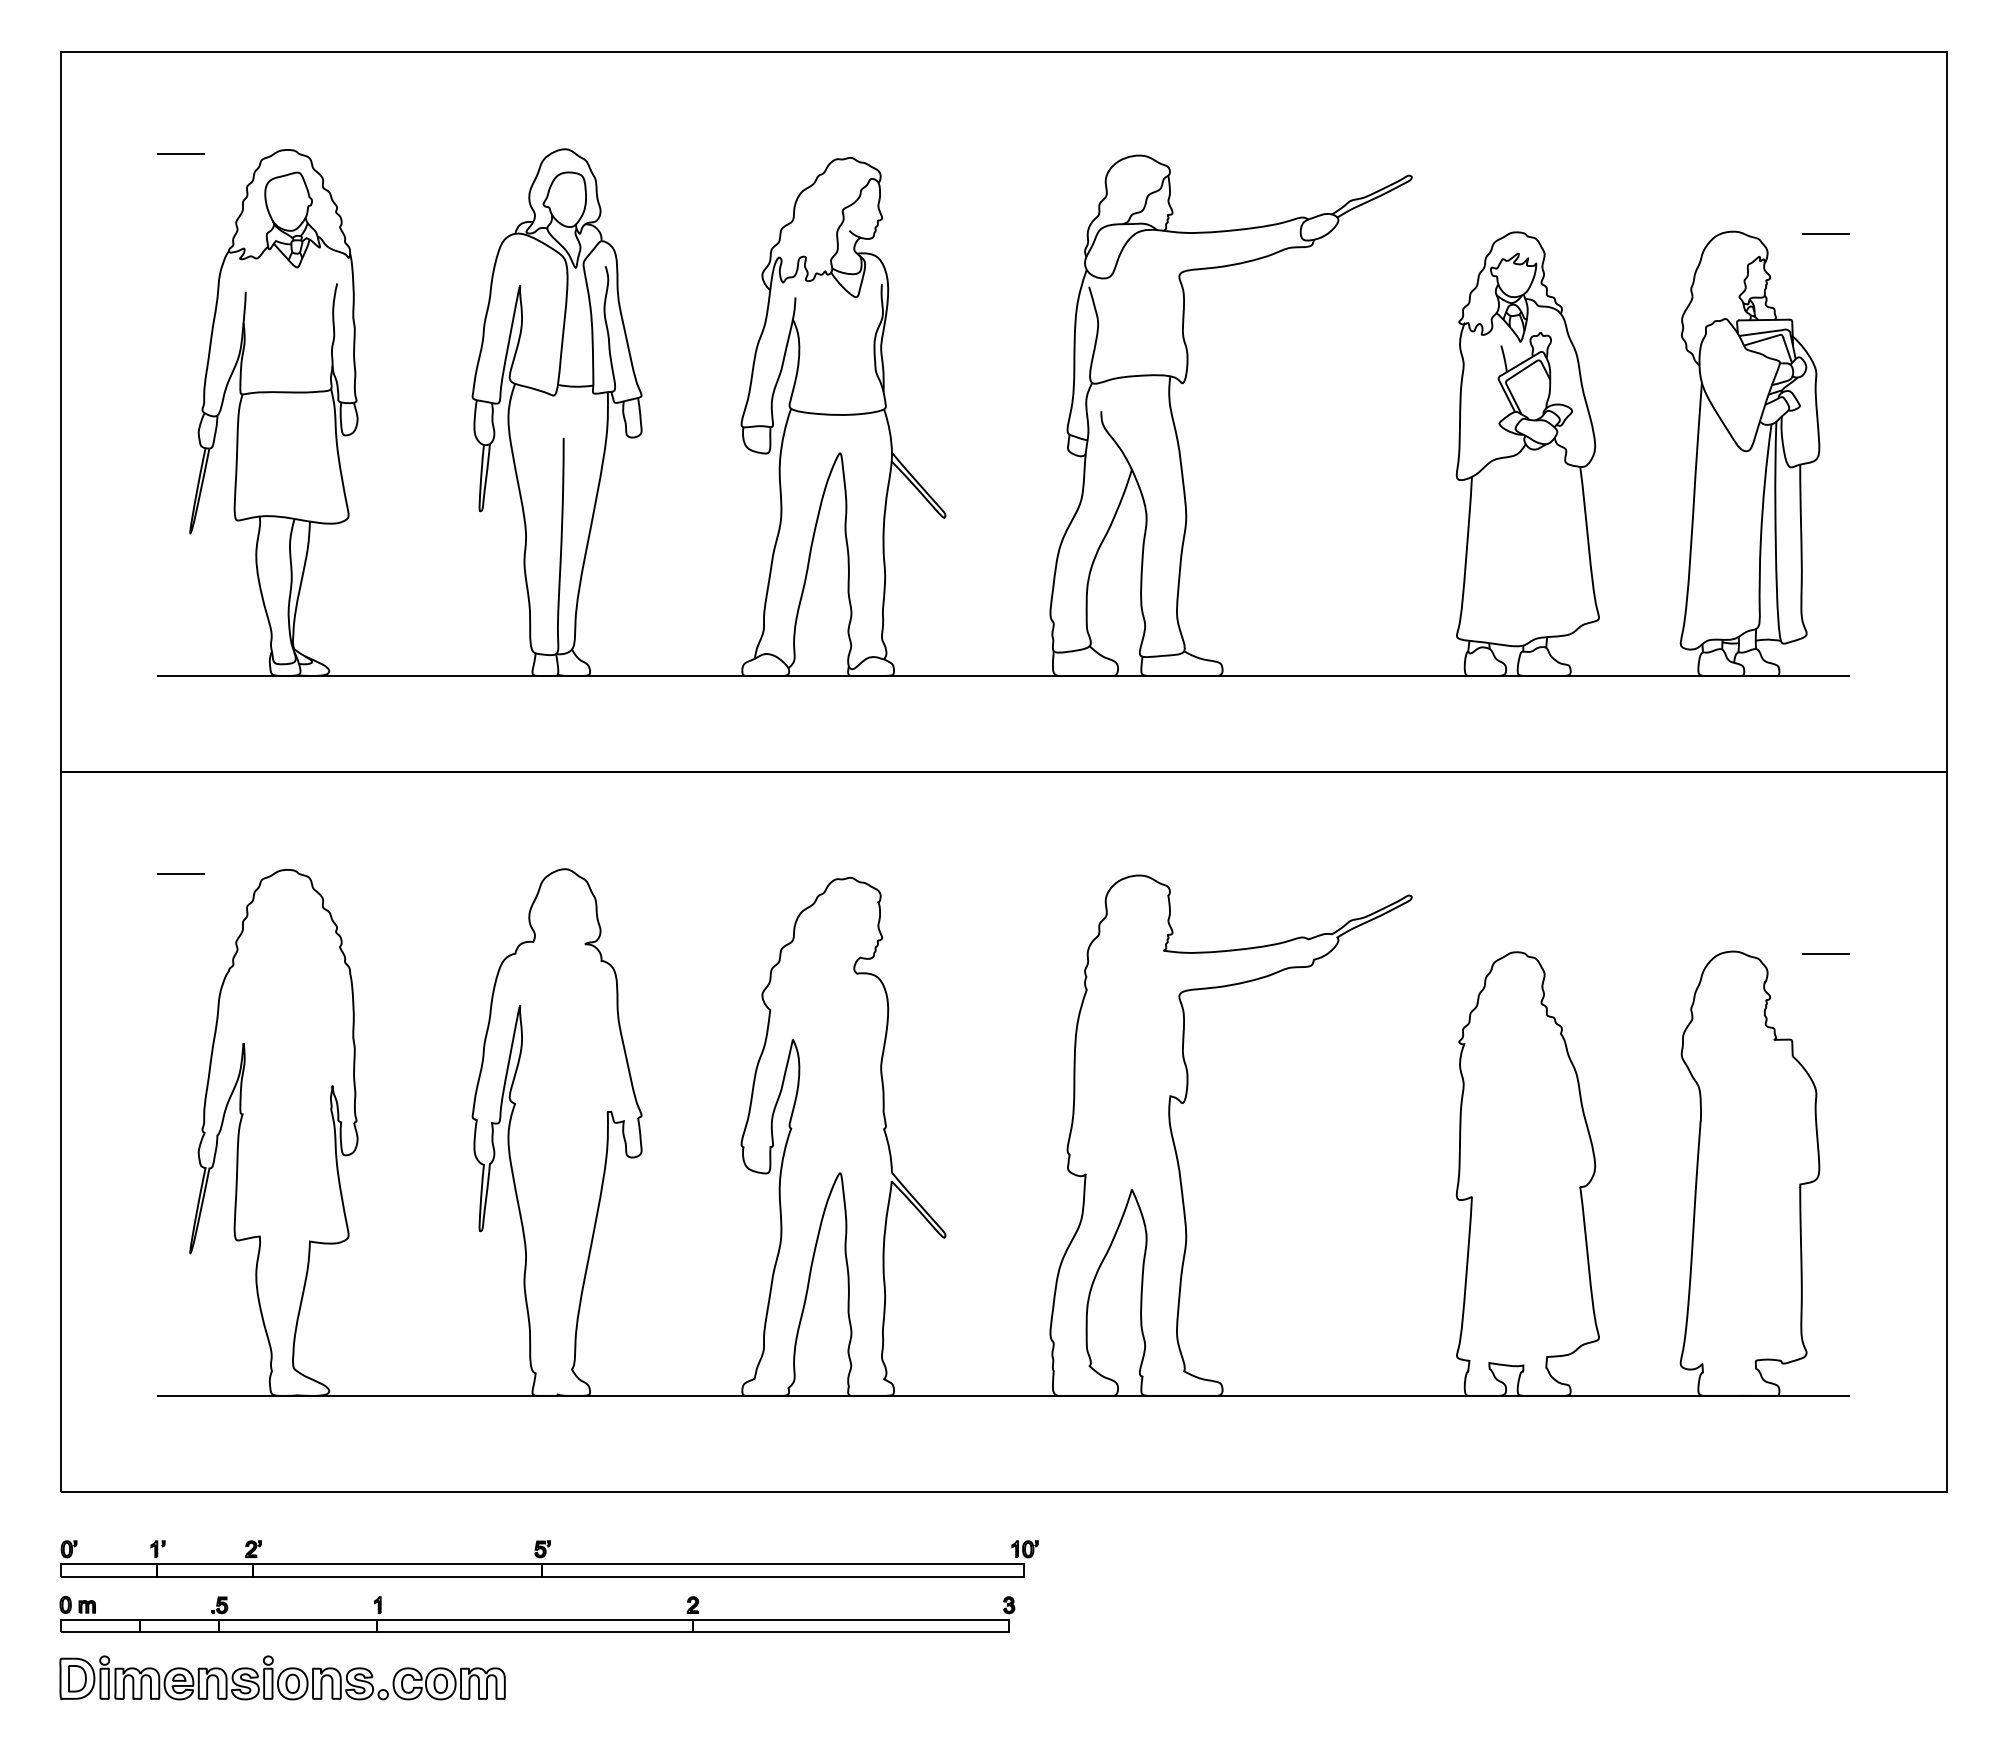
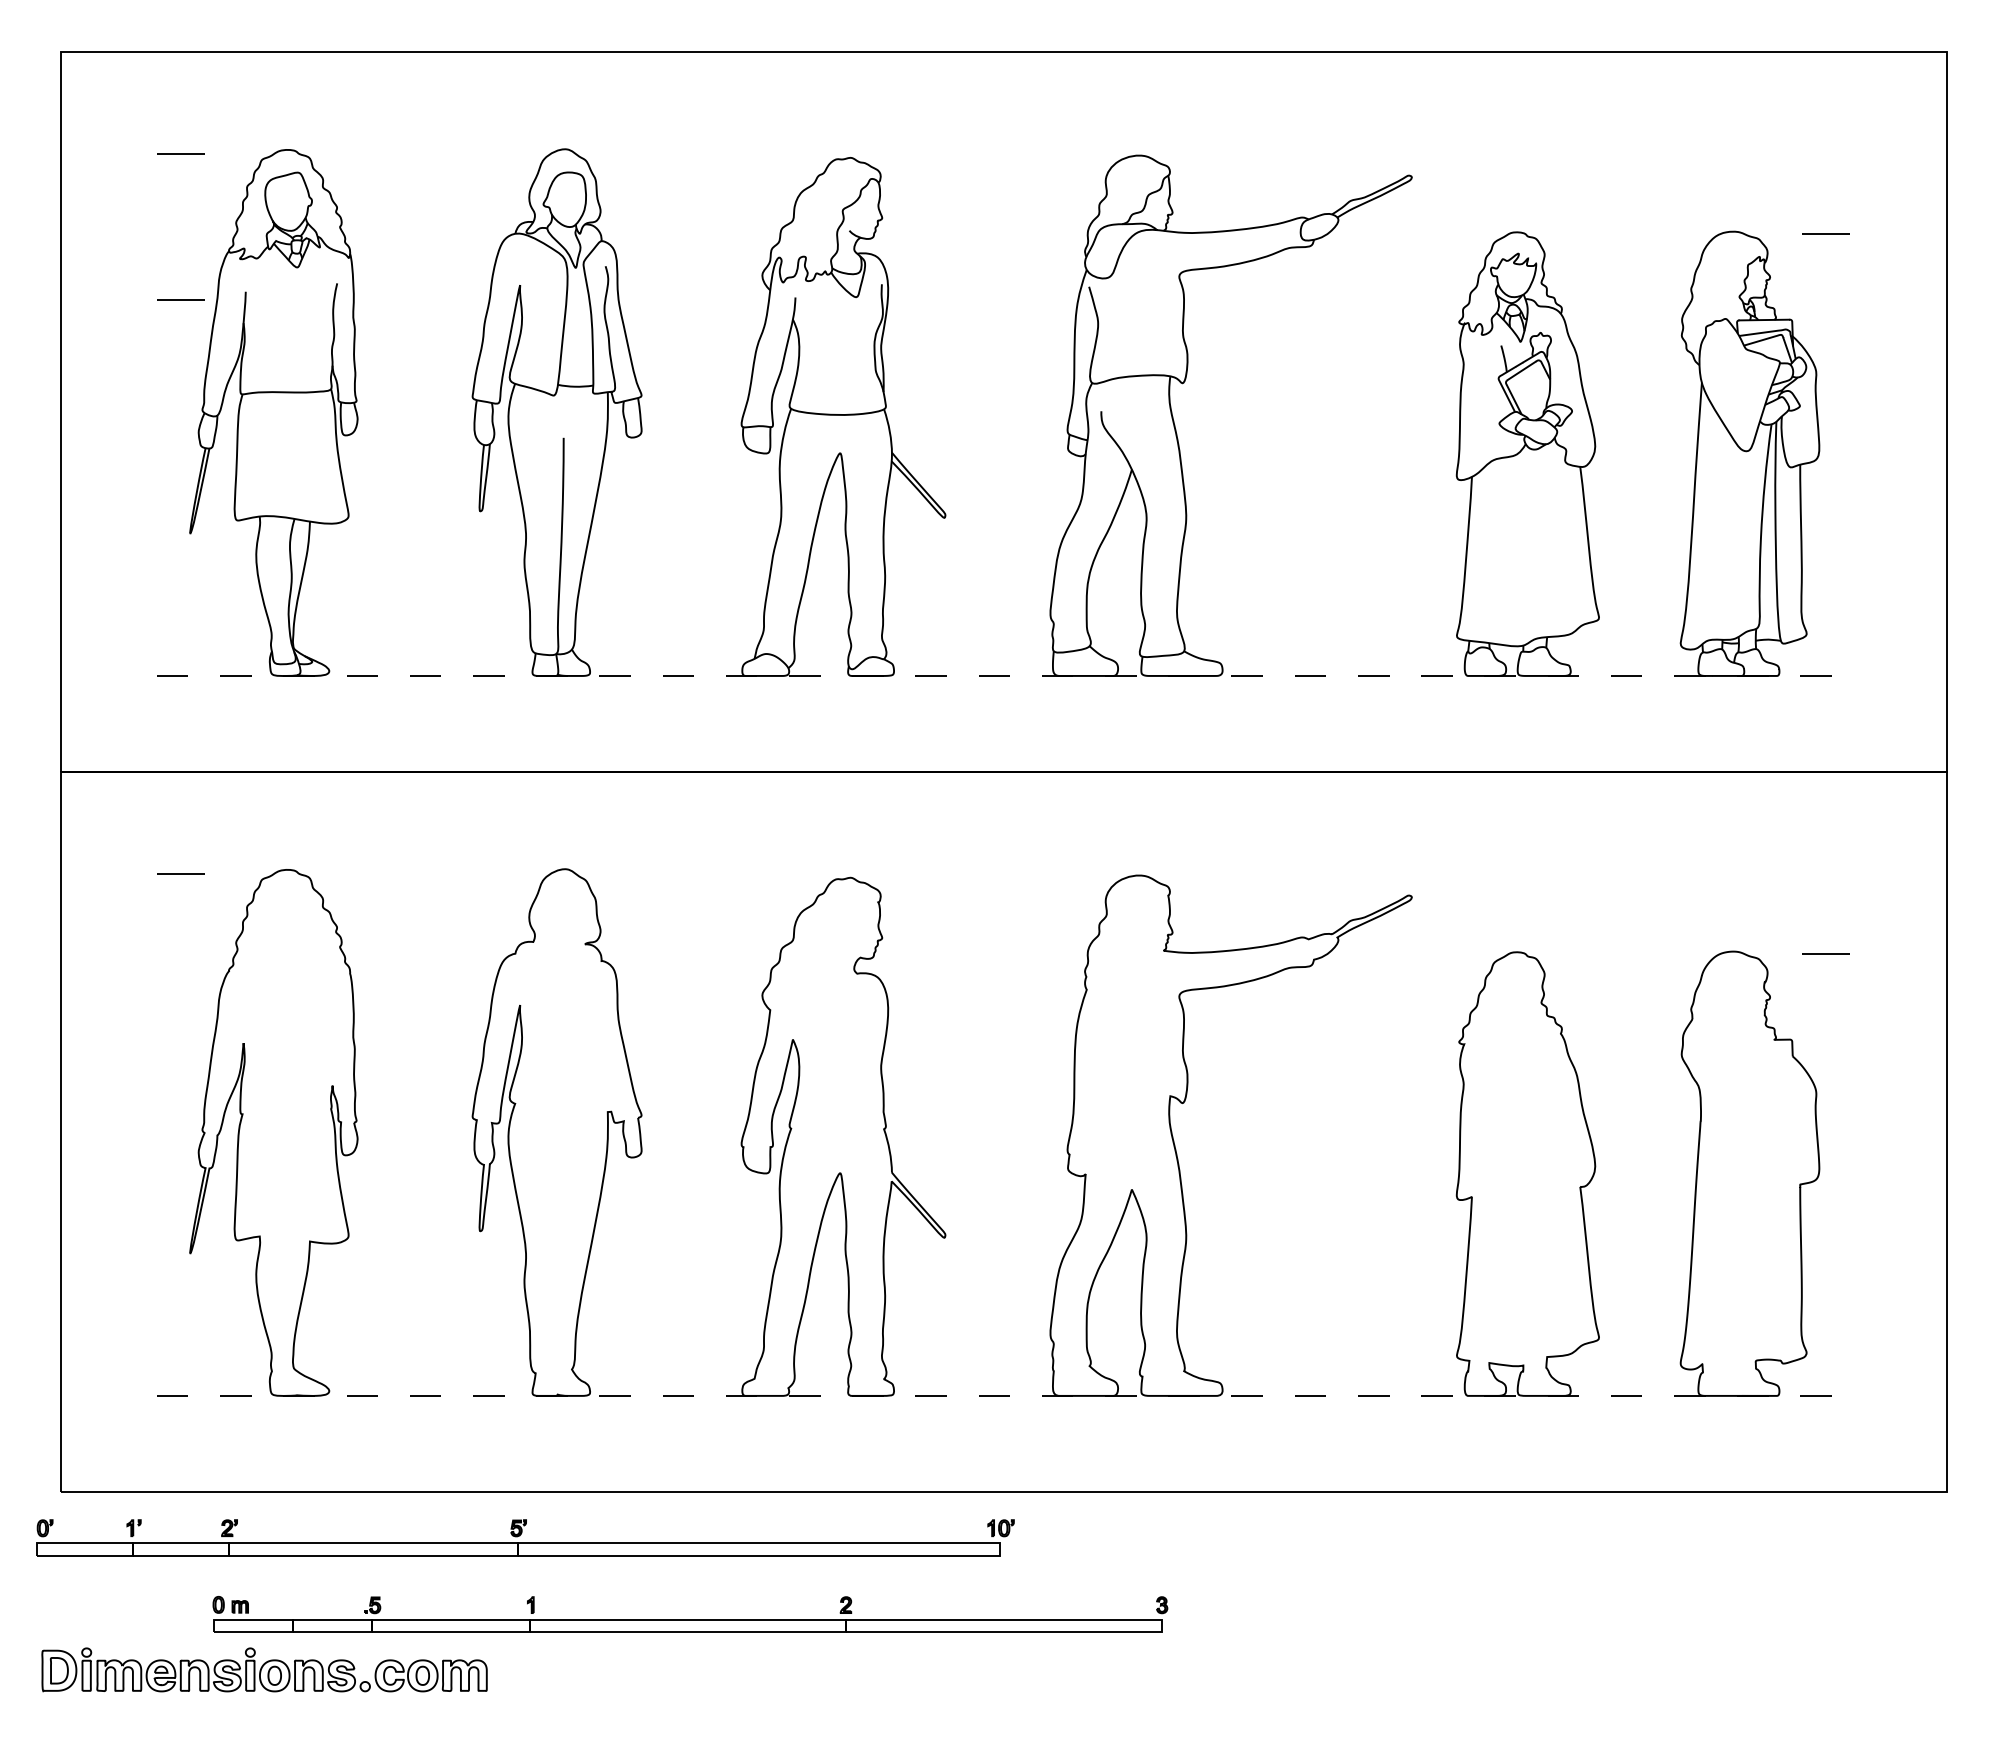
line at (180, 299): none -> present
line at (1003, 675): solid -> dashed
line at (1003, 1395): solid -> dashed
part at (549, 1558) position: (549, 1558) -> (525, 1537)
part at (537, 1614) position: (537, 1614) -> (690, 1614)
part at (282, 1677) position: (282, 1677) -> (264, 1669)
